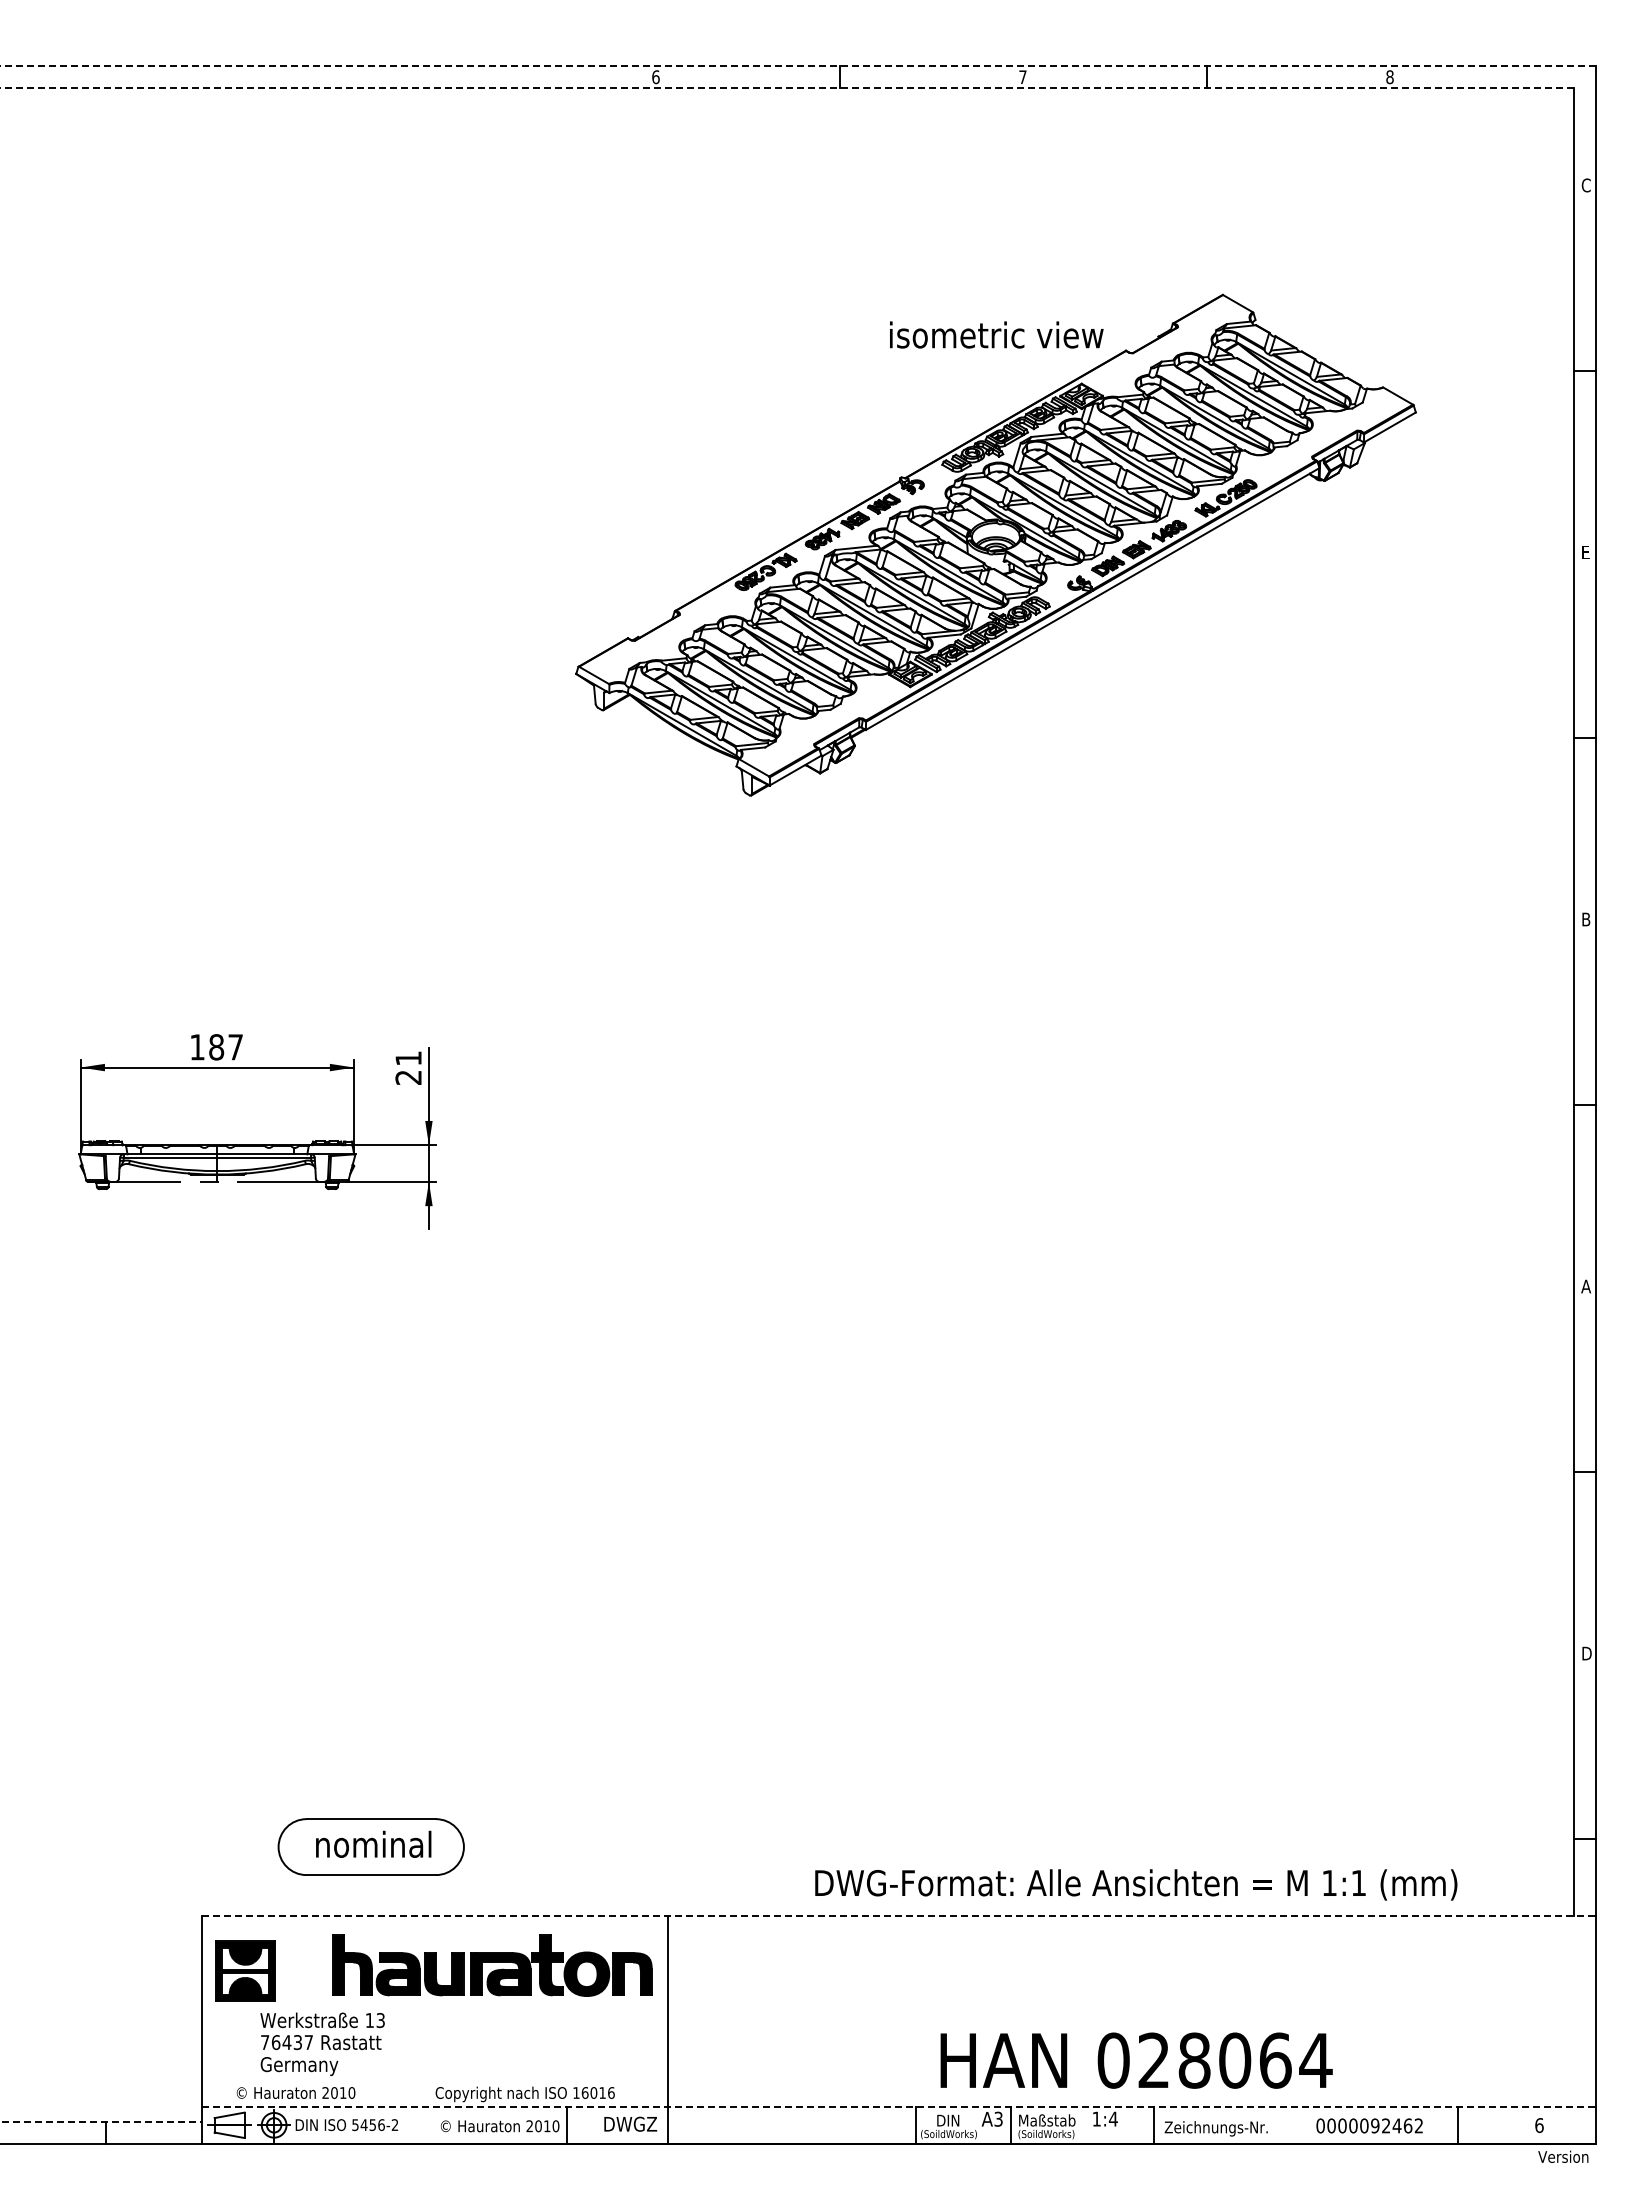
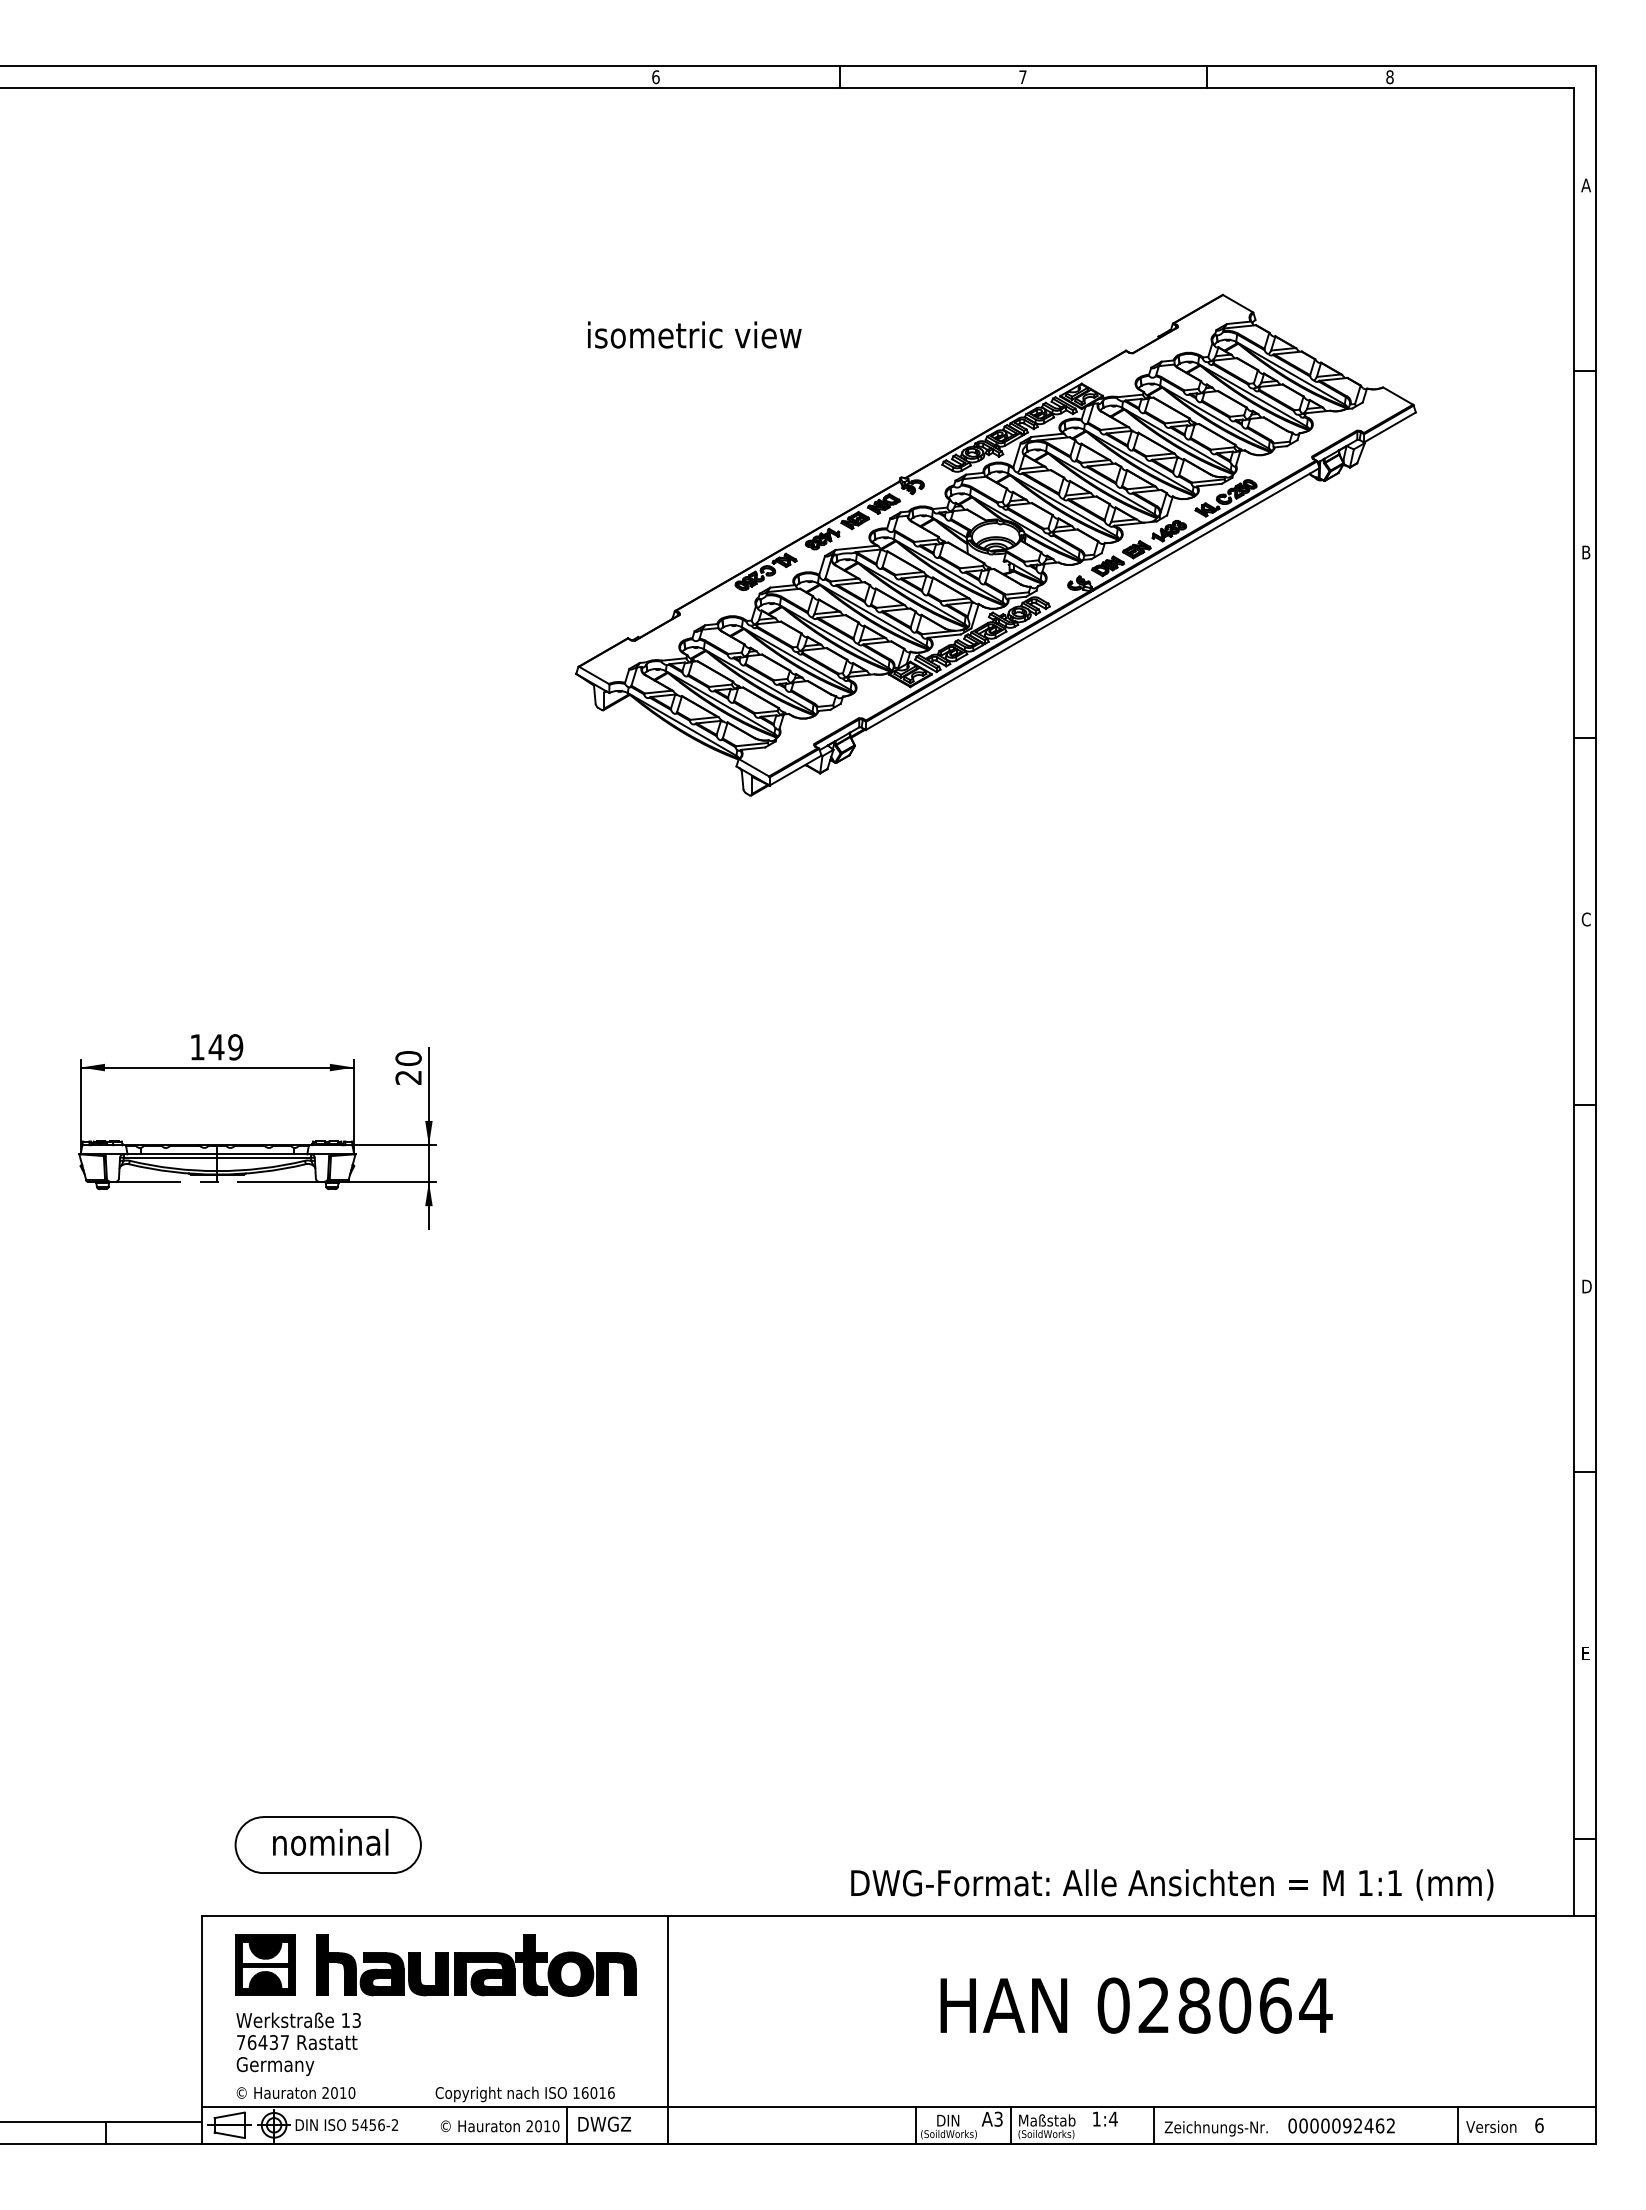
line at (798, 66): dashed -> solid
line at (787, 88): dashed -> solid
text at (1585, 185): C -> A
text at (996, 334) position: (996, 334) -> (694, 334)
text at (1586, 552): E -> B
text at (1585, 919): B -> C
text at (225, 1047): 187 -> 149
text at (408, 1058): 21 -> 20
text at (1586, 1286): A -> D
text at (1586, 1653): D -> E
part at (370, 1846) position: (370, 1846) -> (327, 1844)
text at (1136, 1884) position: (1136, 1884) -> (1172, 1884)
line at (899, 1916): dashed -> solid
part at (492, 1965) position: (492, 1965) -> (476, 1965)
part at (245, 1970) position: (245, 1970) -> (265, 1964)
text at (322, 2043) position: (322, 2043) -> (298, 2043)
text at (1136, 2060) position: (1136, 2060) -> (1136, 2005)
line at (899, 2106): dashed -> solid
line at (101, 2121): dashed -> solid
text at (630, 2123) position: (630, 2123) -> (604, 2123)
text at (1369, 2125) position: (1369, 2125) -> (1341, 2125)
text at (1563, 2156) position: (1563, 2156) -> (1491, 2126)
